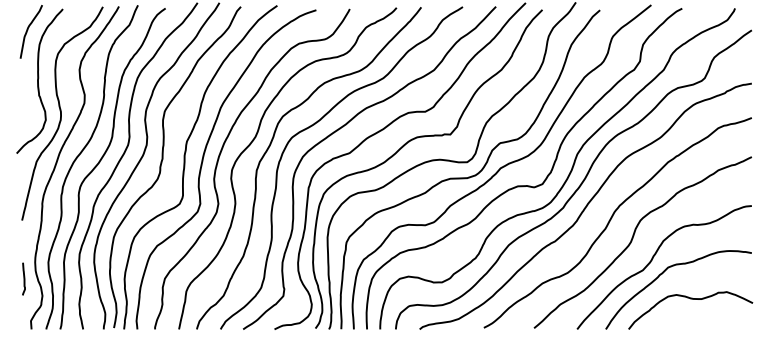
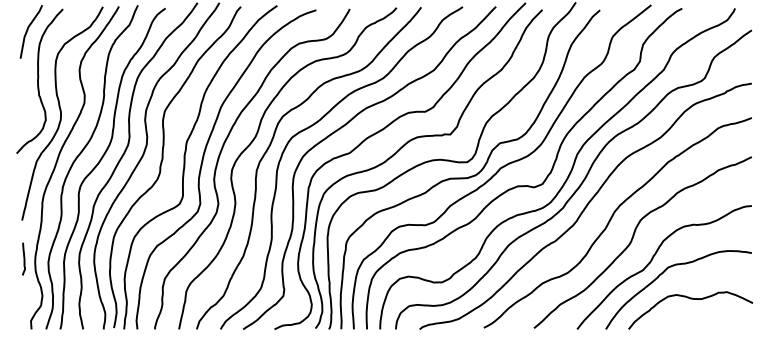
curve at (23, 278) position: (23, 278) -> (23, 258)
